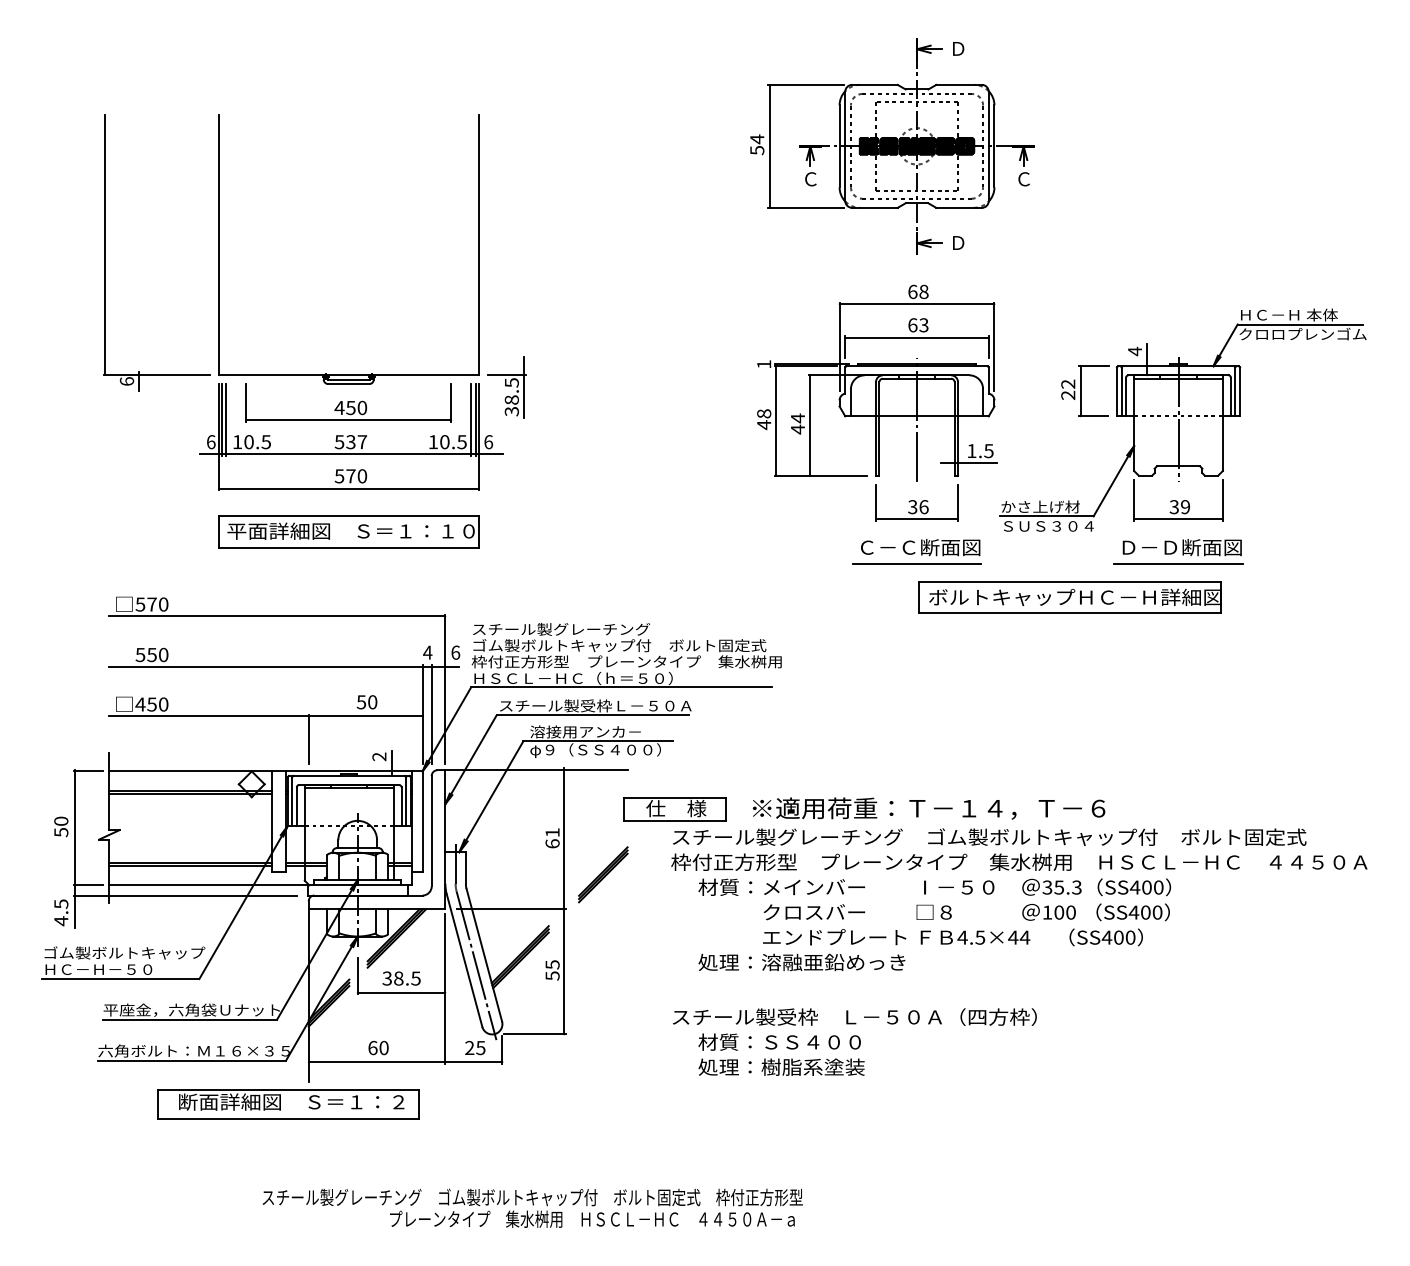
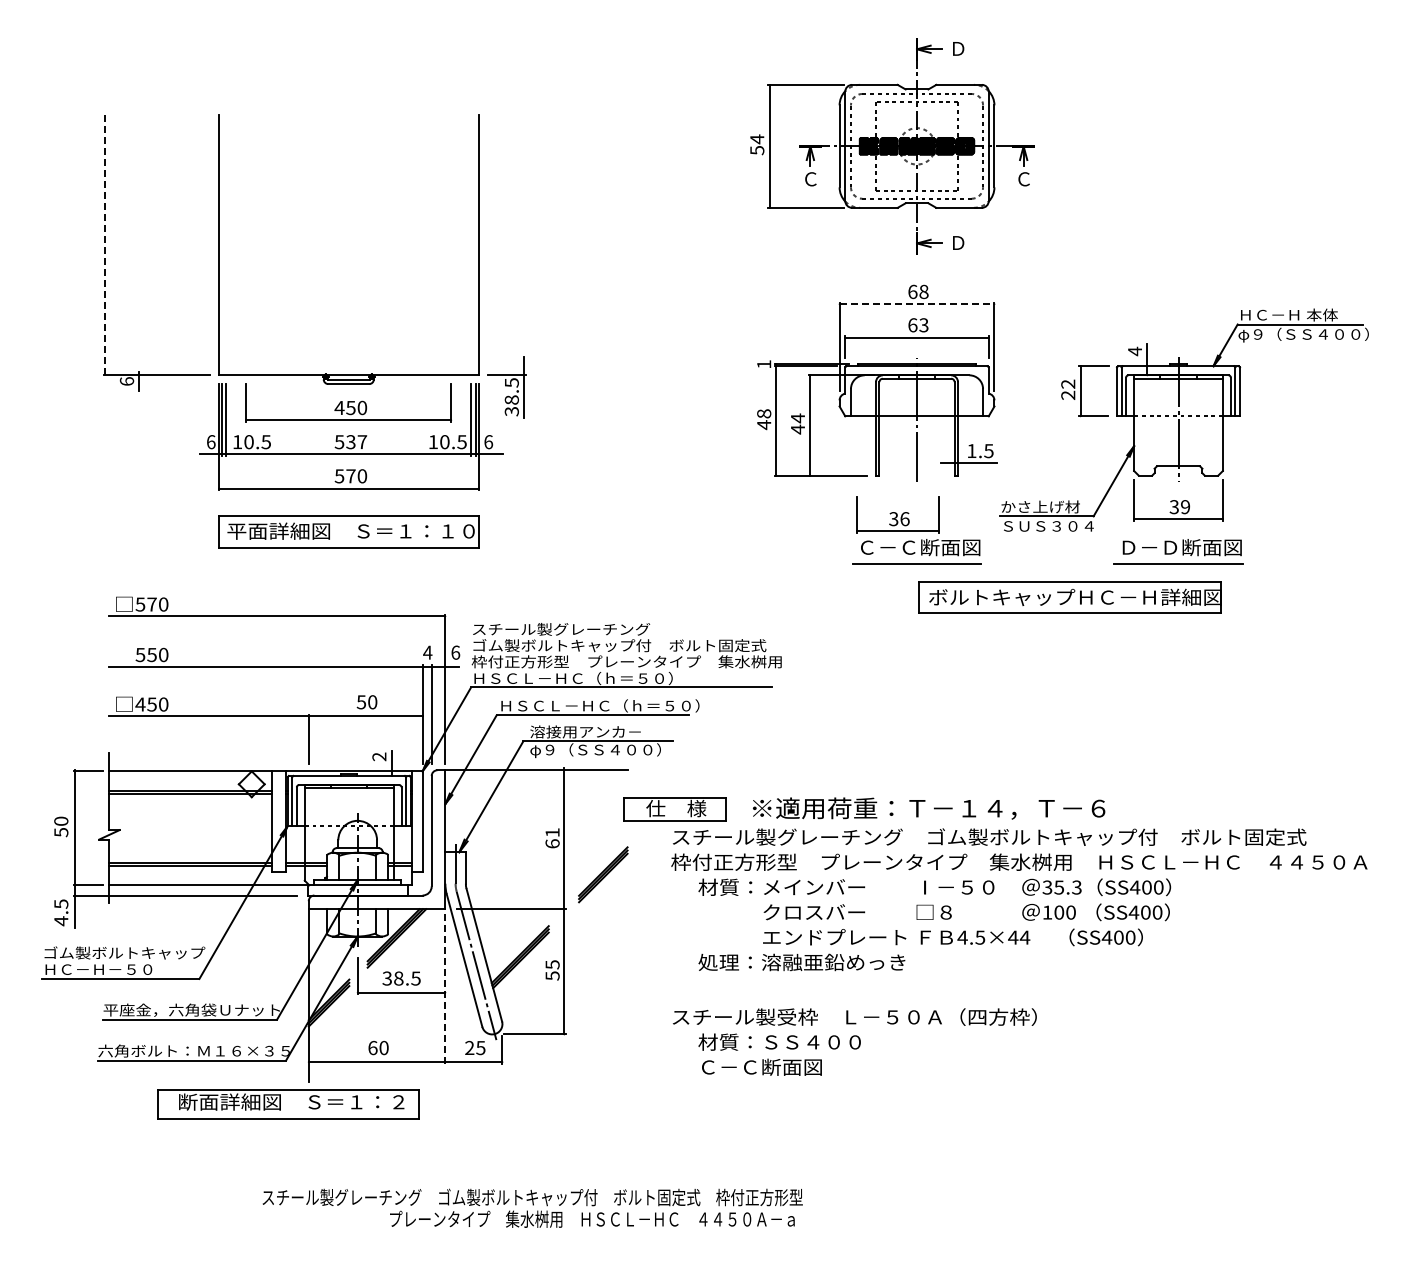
line at (105, 244): solid -> dashed
line at (917, 304): solid -> dashed
text at (1303, 334): クロロプレンゴム -> φ９（ＳＳ４００）
part at (916, 502) position: (916, 502) -> (897, 514)
text at (599, 705): スチール製受枠Ｌ－５０Ａ -> ＨＳＣＬ－ＨＣ（ｈ＝５０）
line at (445, 988): solid -> dashed
text at (781, 1066): 処理：樹脂系塗装 -> Ｃ－Ｃ断面図
